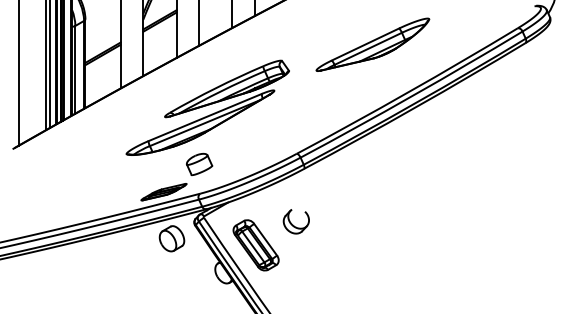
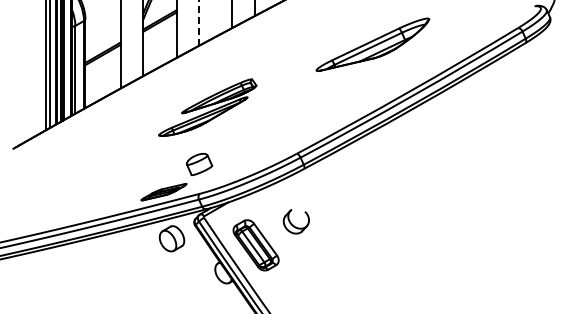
line at (199, 22): solid -> dashed
line at (18, 73): present -> none
part at (207, 107) size: 165x97 px -> 100x59 px
